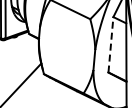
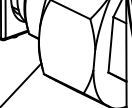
line at (110, 44): dashed -> solid
